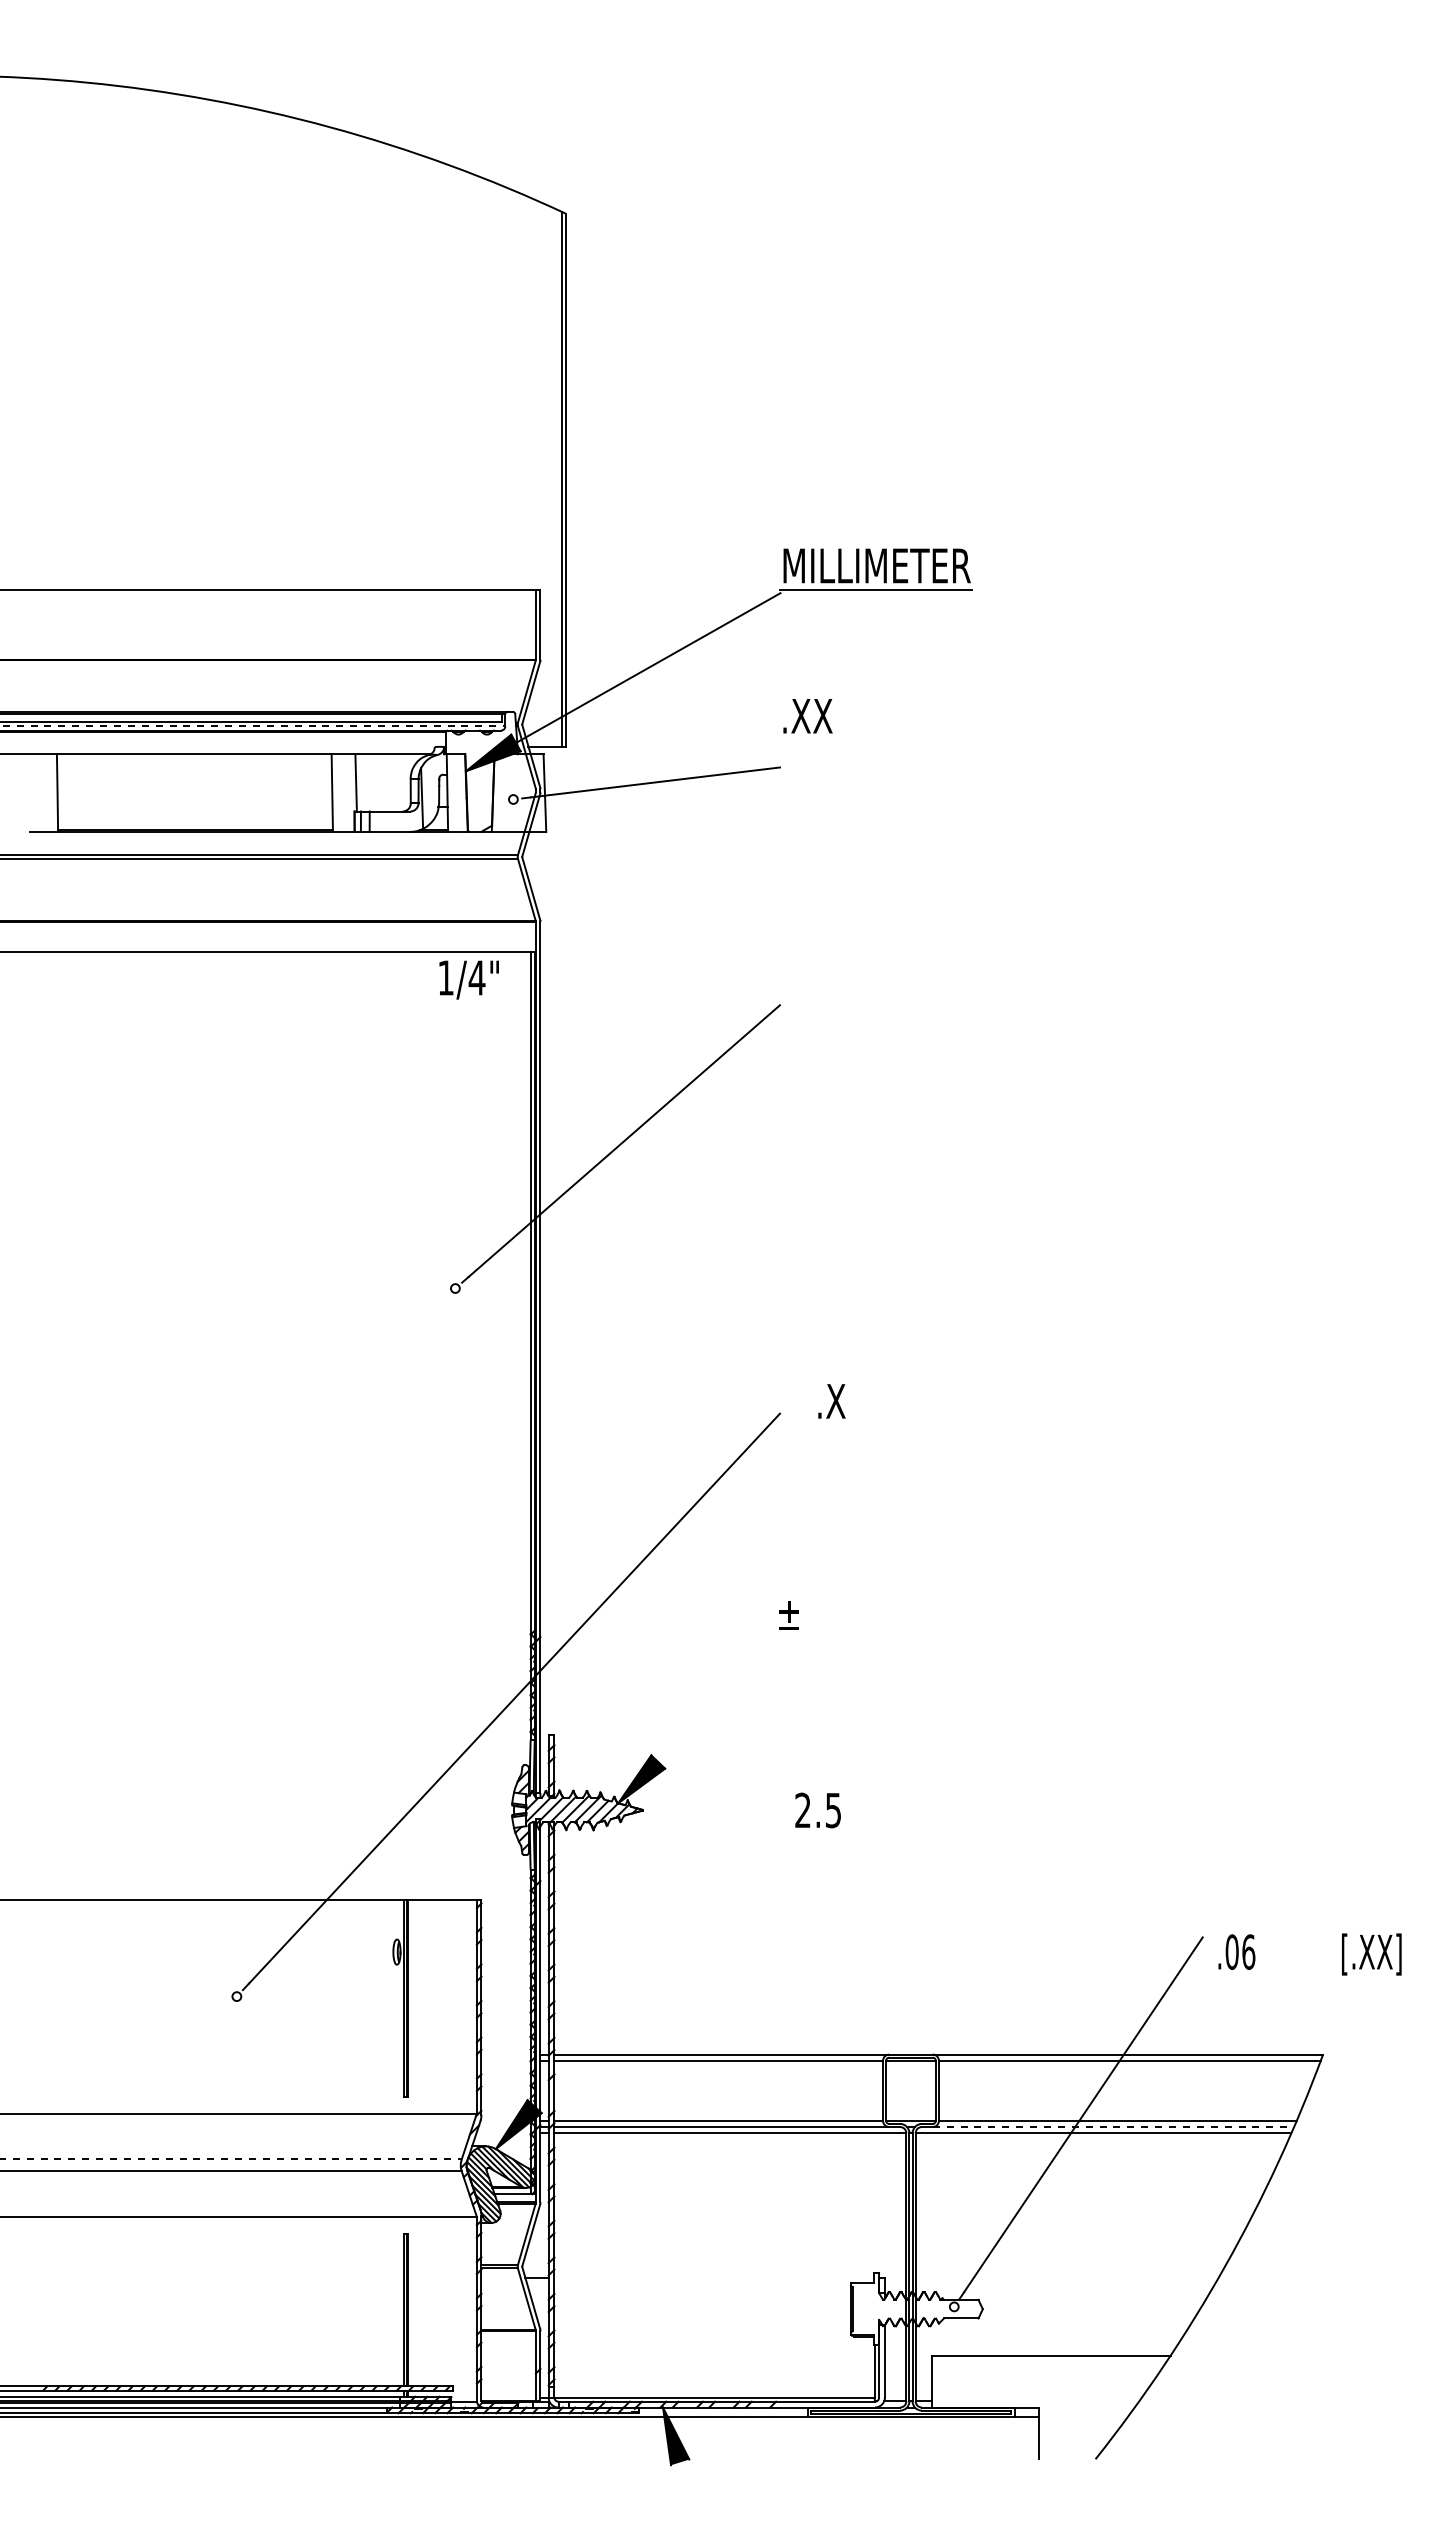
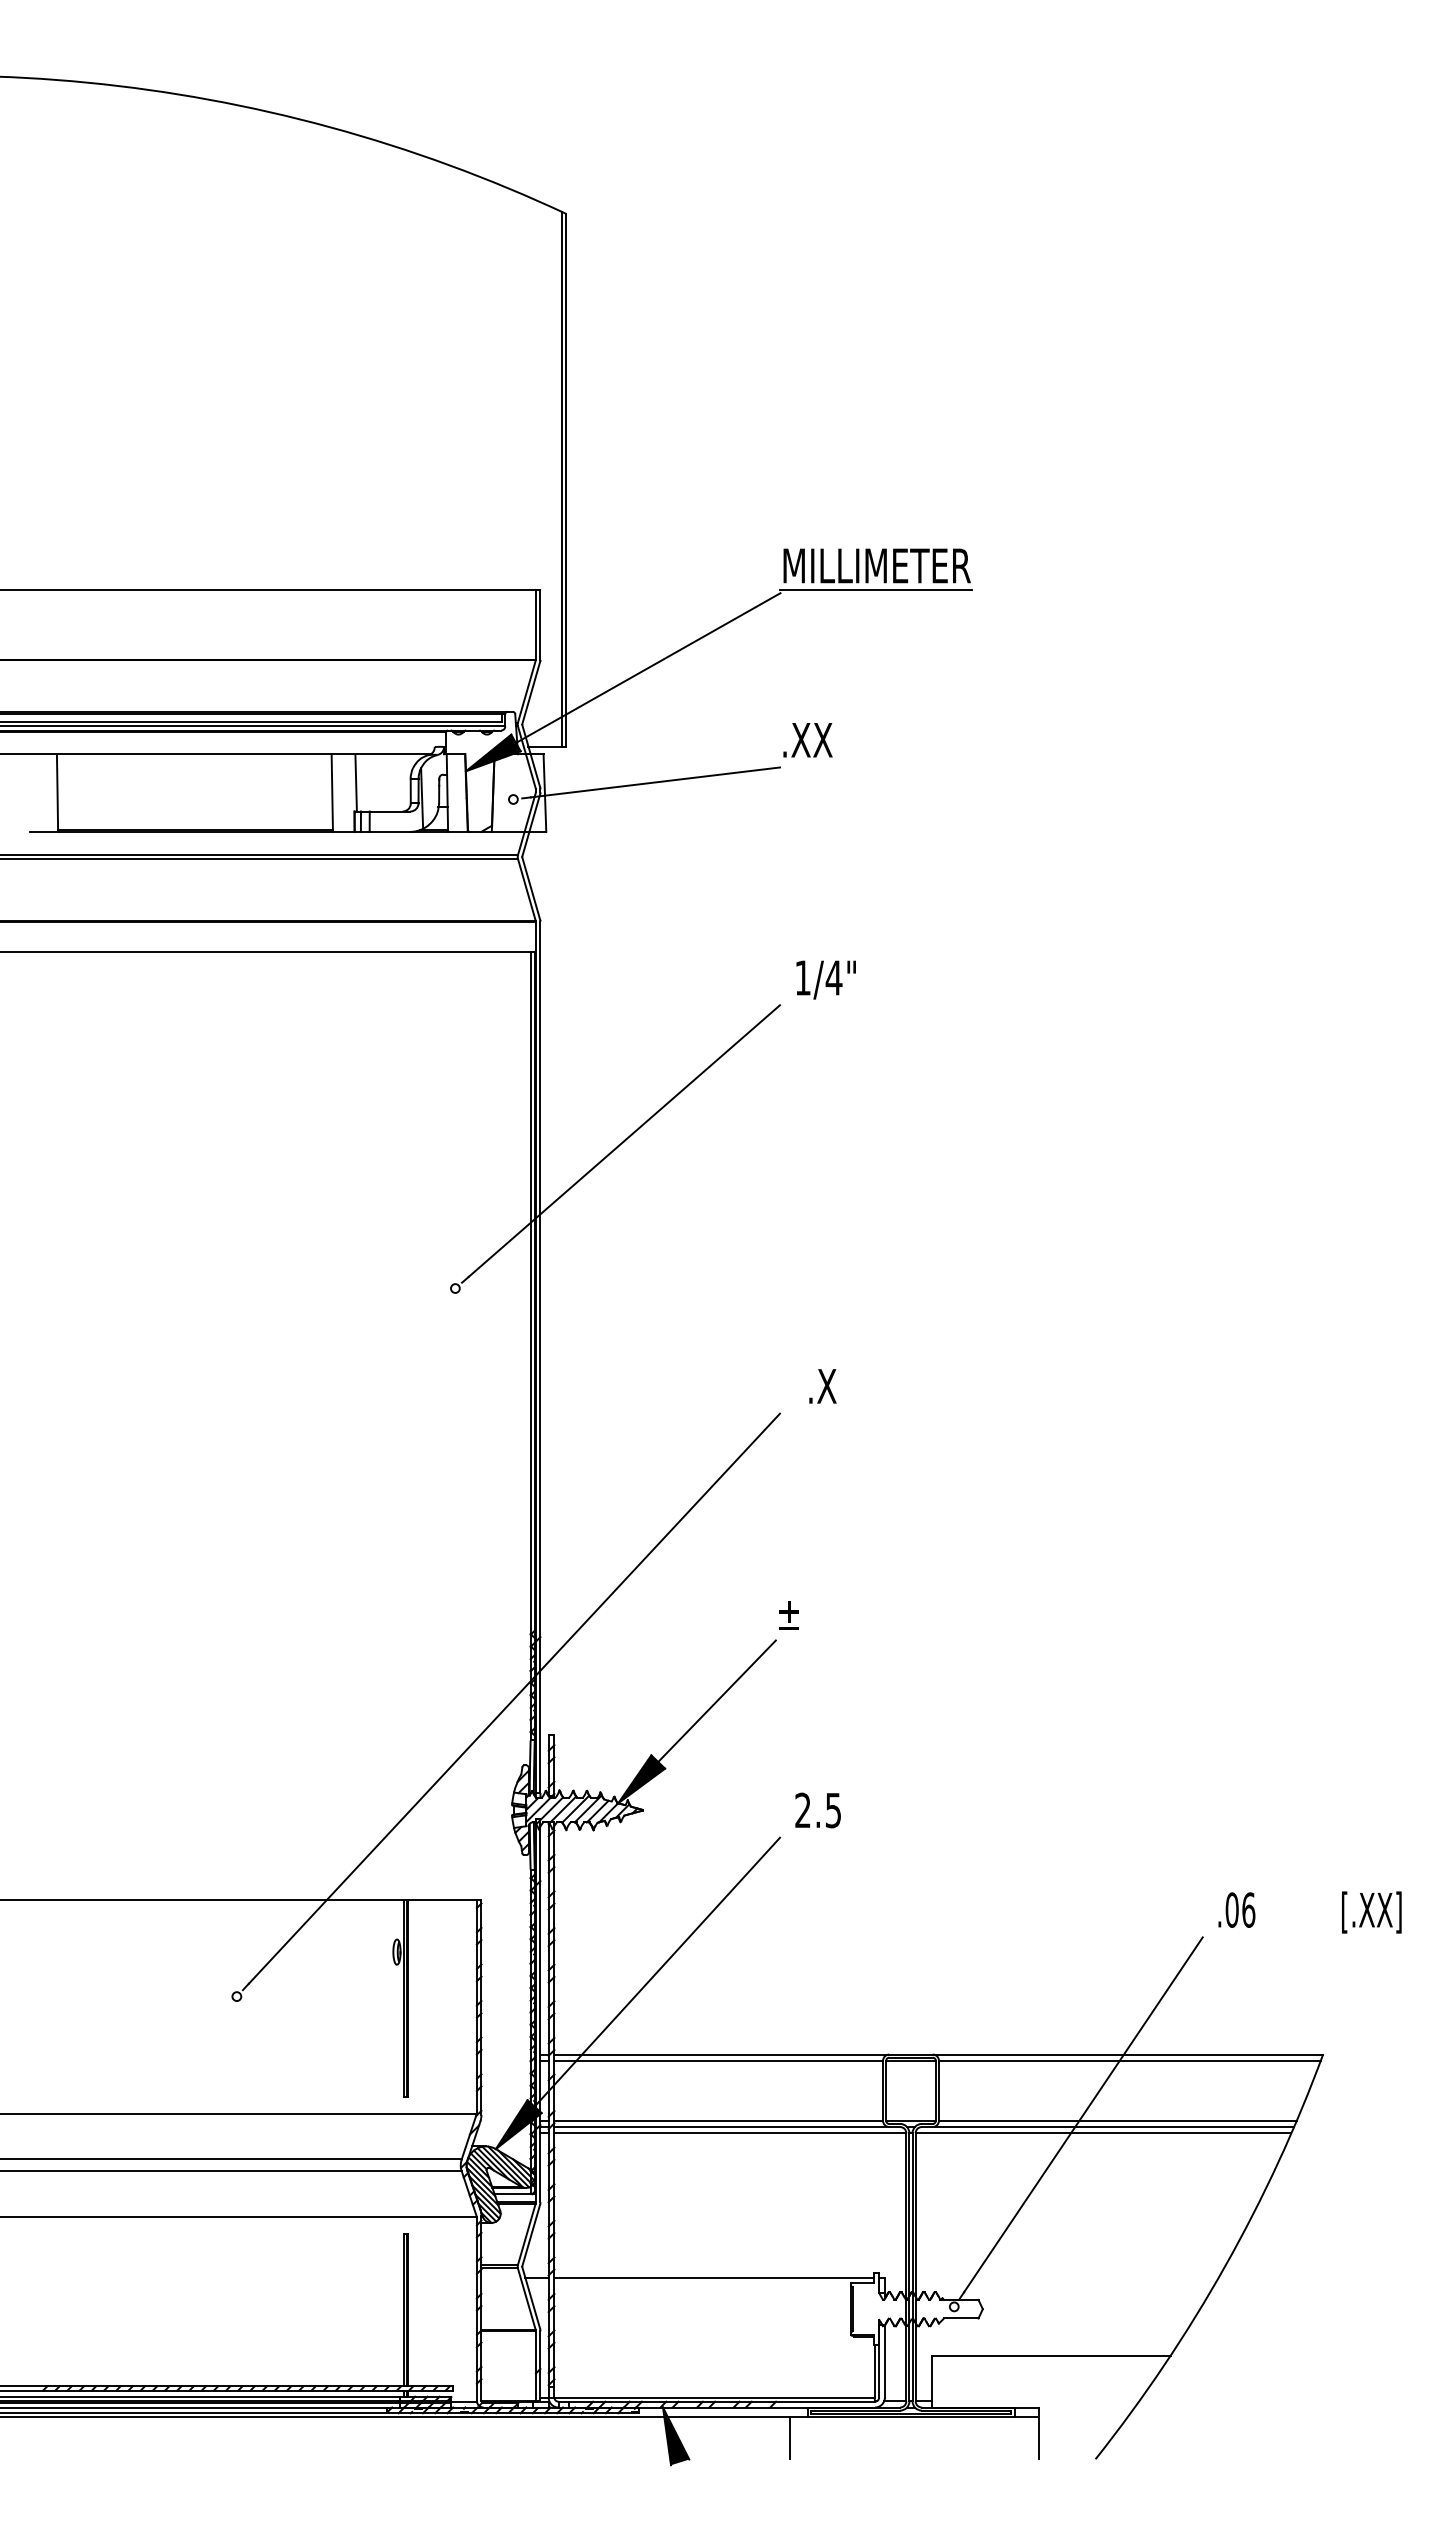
text at (807, 716) position: (807, 716) -> (807, 740)
line at (253, 726): dashed -> solid
text at (468, 979) position: (468, 979) -> (825, 979)
text at (831, 1401) position: (831, 1401) -> (822, 1386)
line at (716, 1701): none -> present
text at (1309, 1954) position: (1309, 1954) -> (1309, 1912)
line at (657, 1971): none -> present
line at (1113, 2127): dashed -> solid
line at (231, 2159): dashed -> solid
line at (713, 2278): none -> present
line at (790, 2437): none -> present
